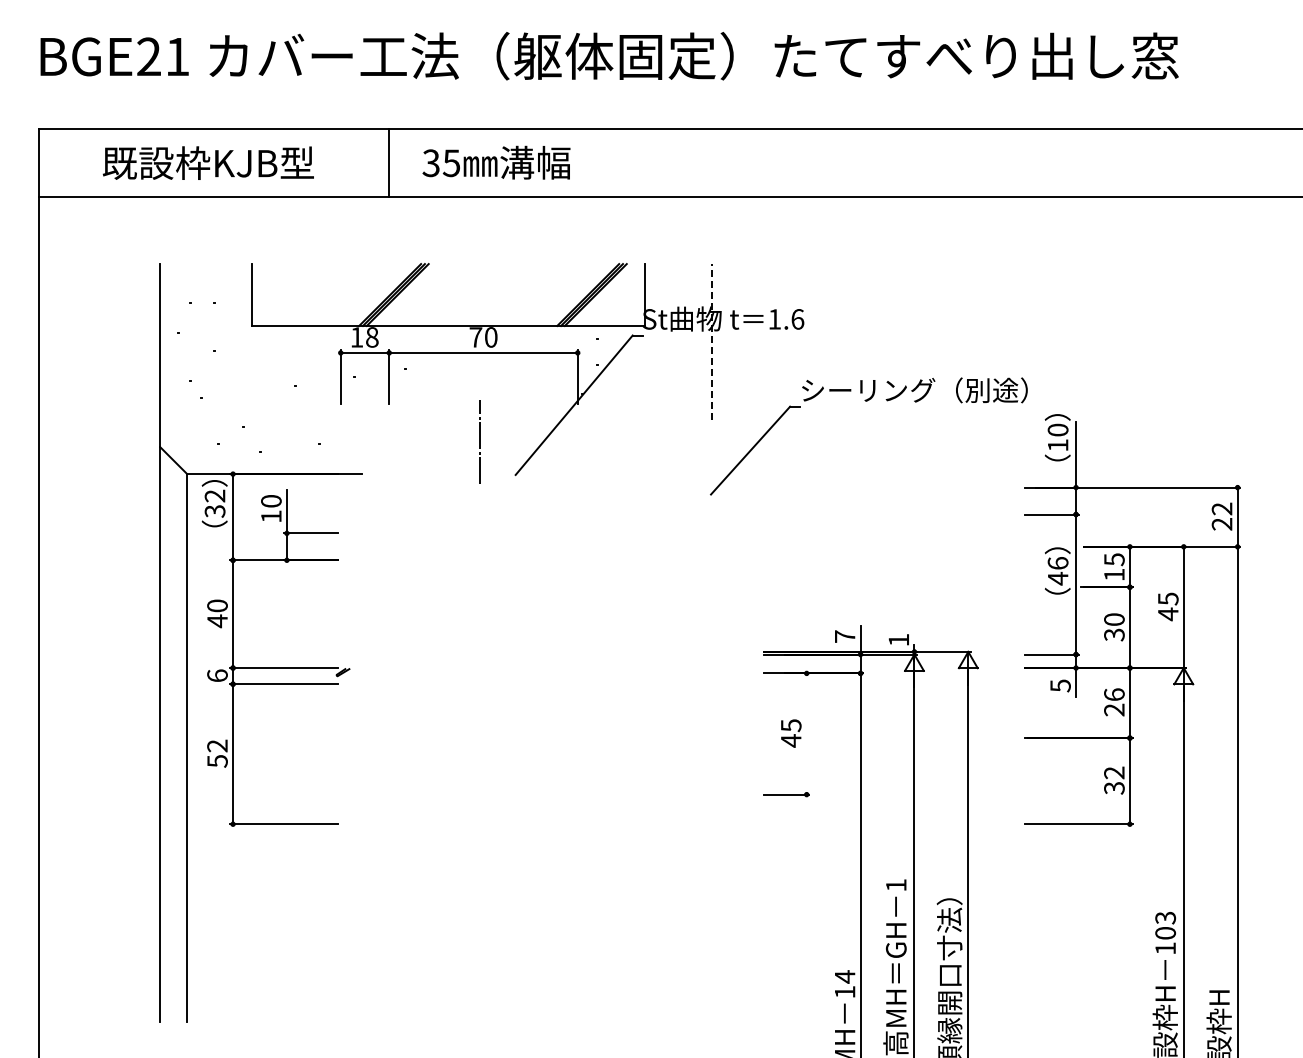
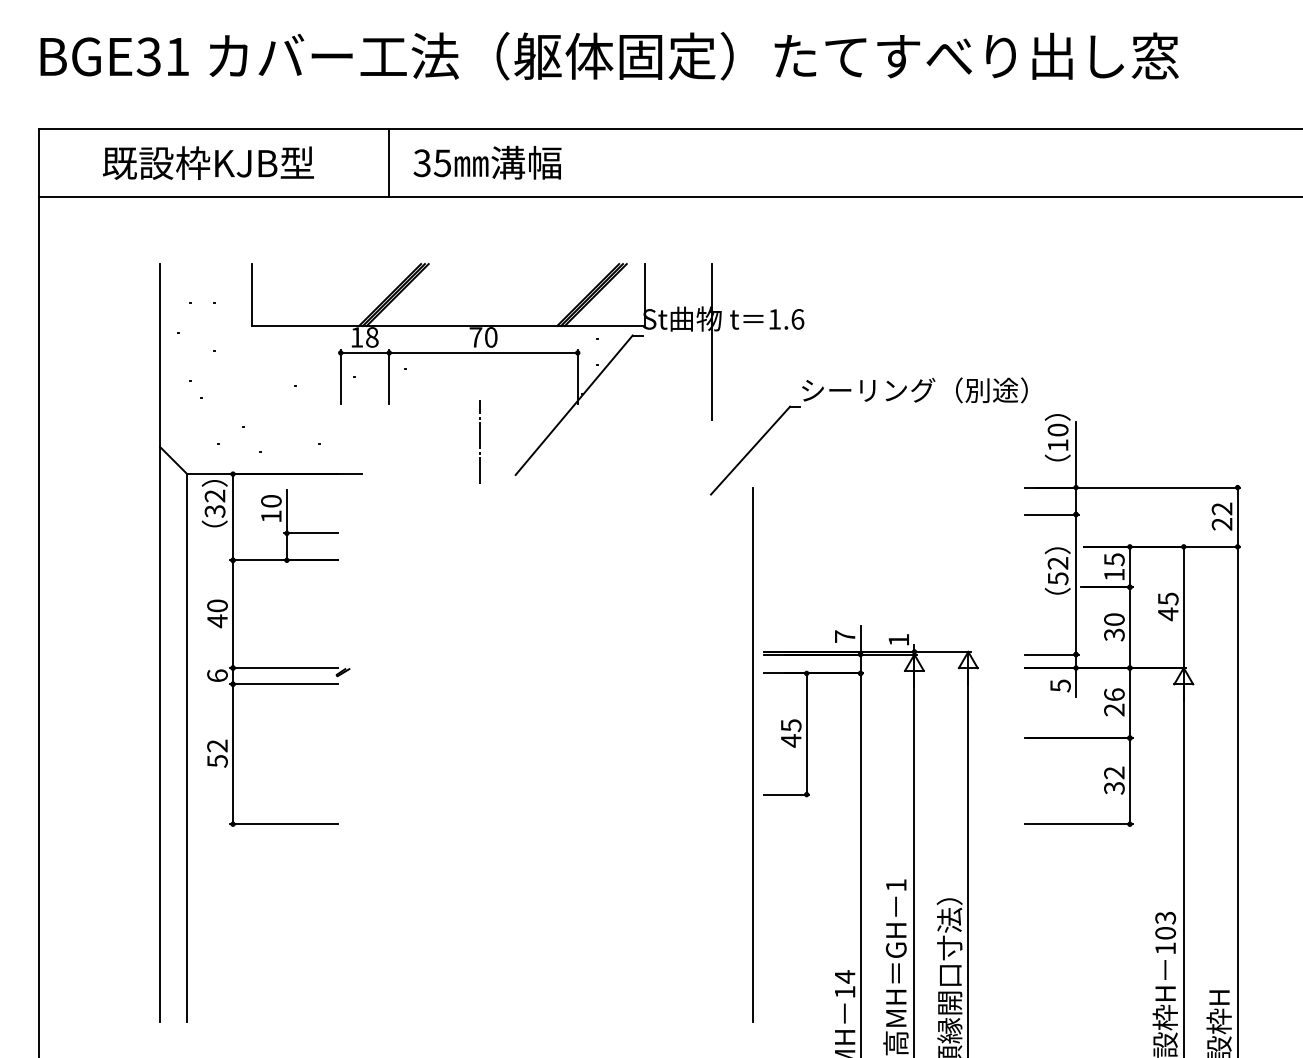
text at (148, 56): BGE21 -> BGE31
text at (496, 162) position: (496, 162) -> (487, 162)
line at (712, 341): dashed -> solid
text at (1057, 571): 46 -> 52
line at (806, 733): none -> present
line at (752, 754): none -> present
